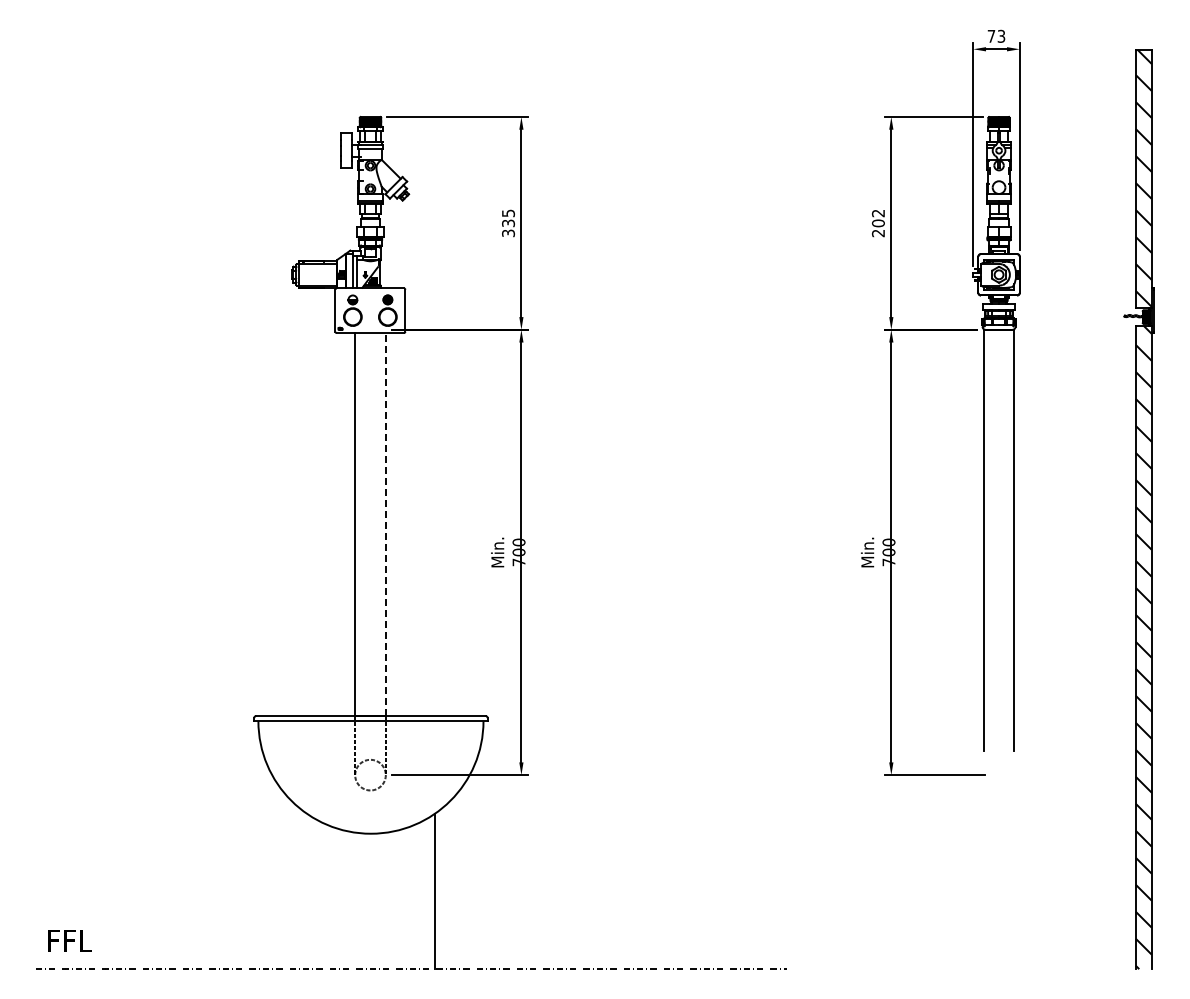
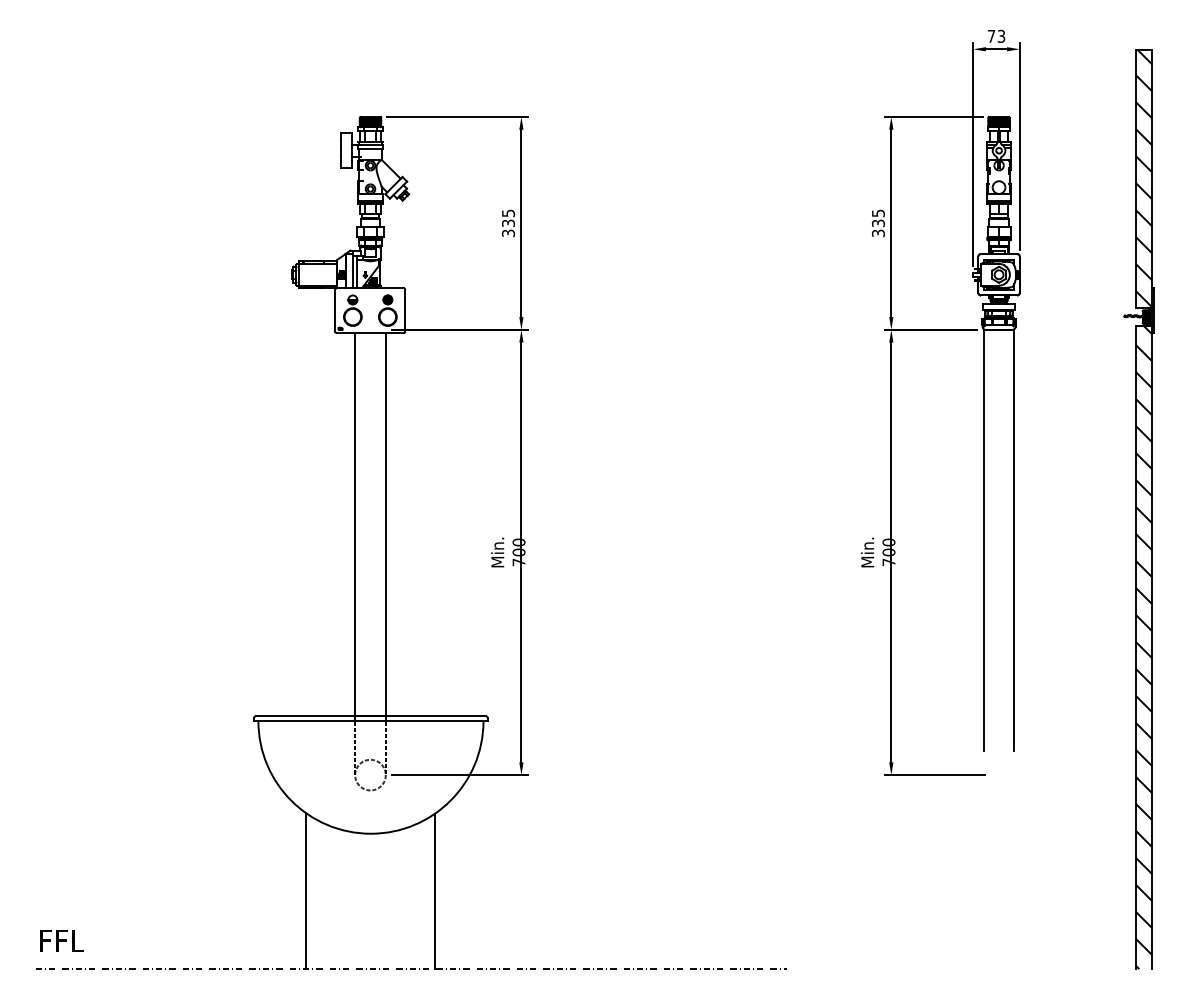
text at (877, 223): 202 -> 335
line at (385, 523): dashed -> solid
line at (305, 891): none -> present
text at (69, 940) position: (69, 940) -> (61, 940)
